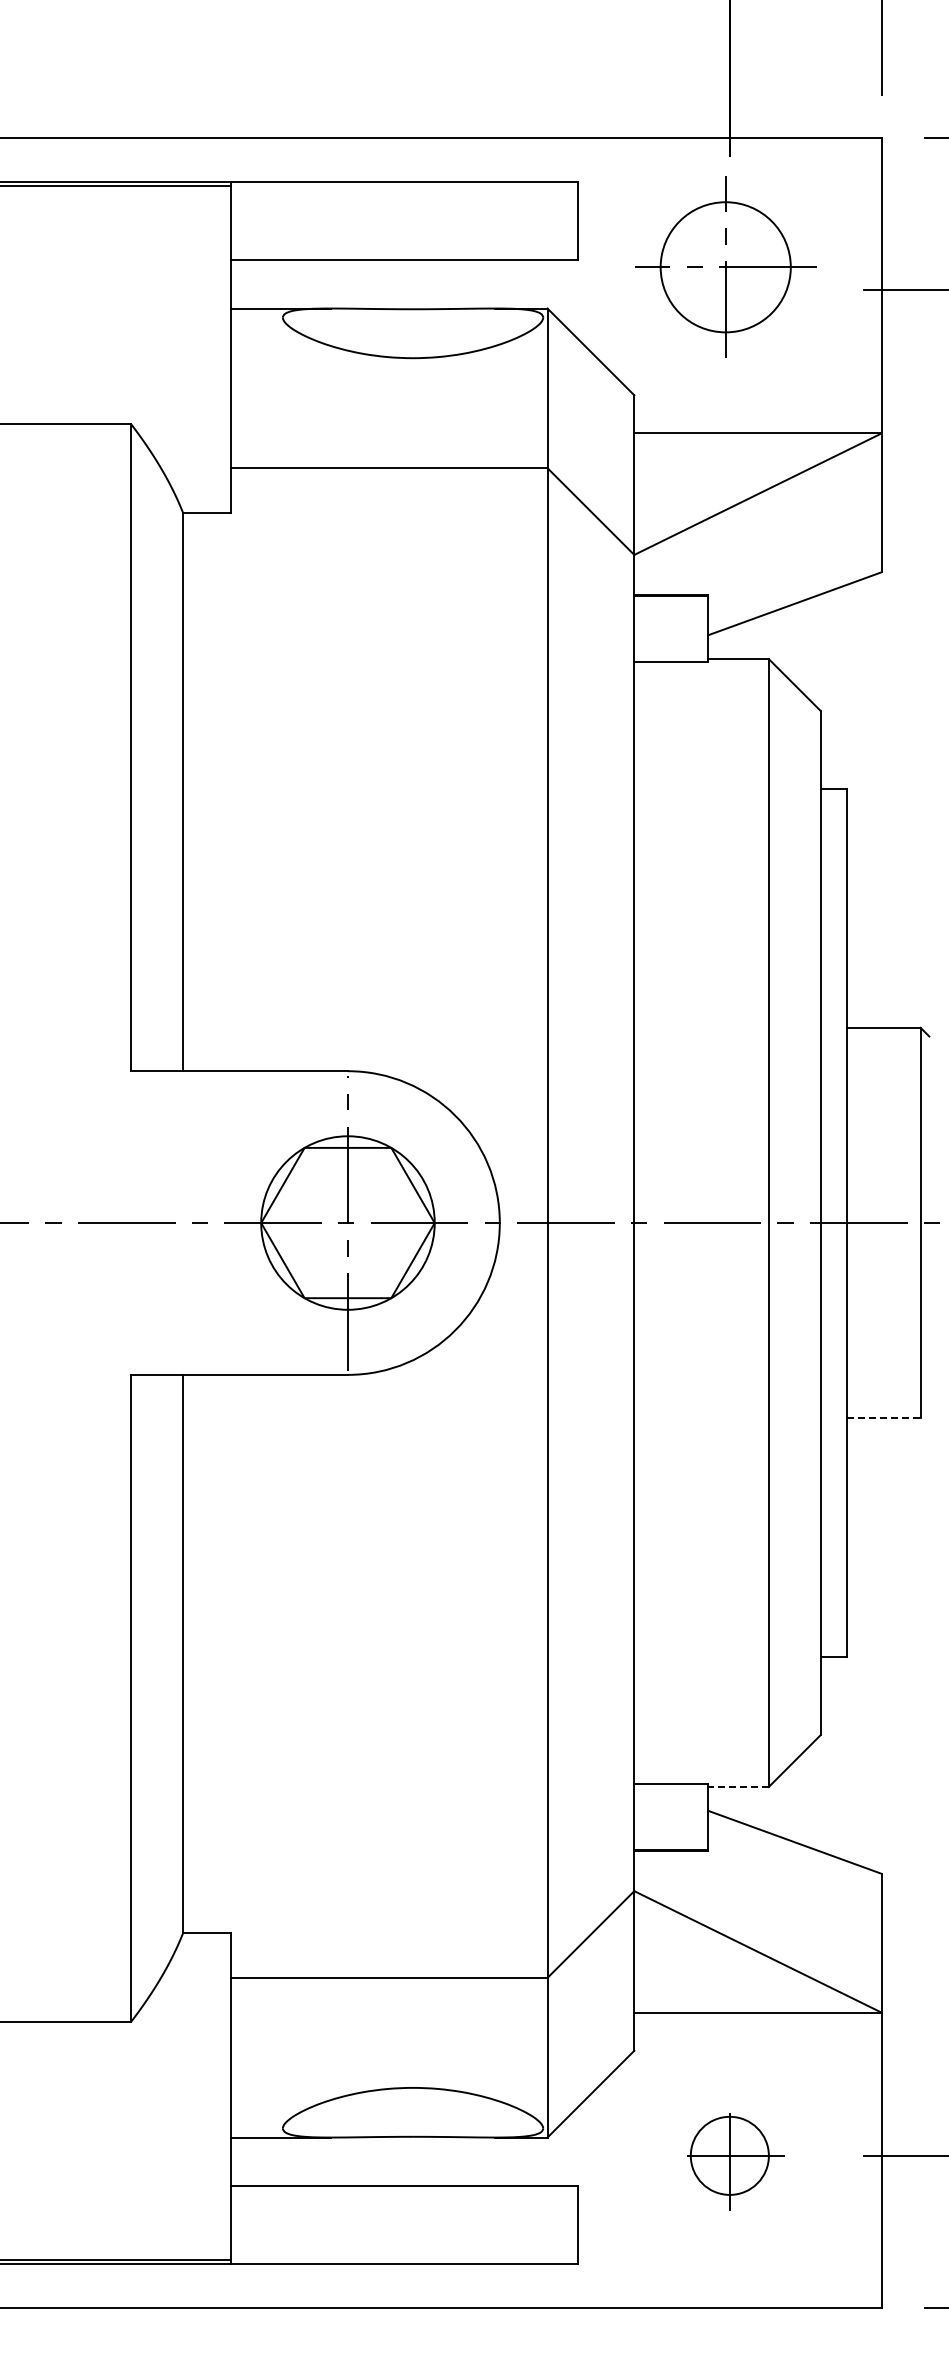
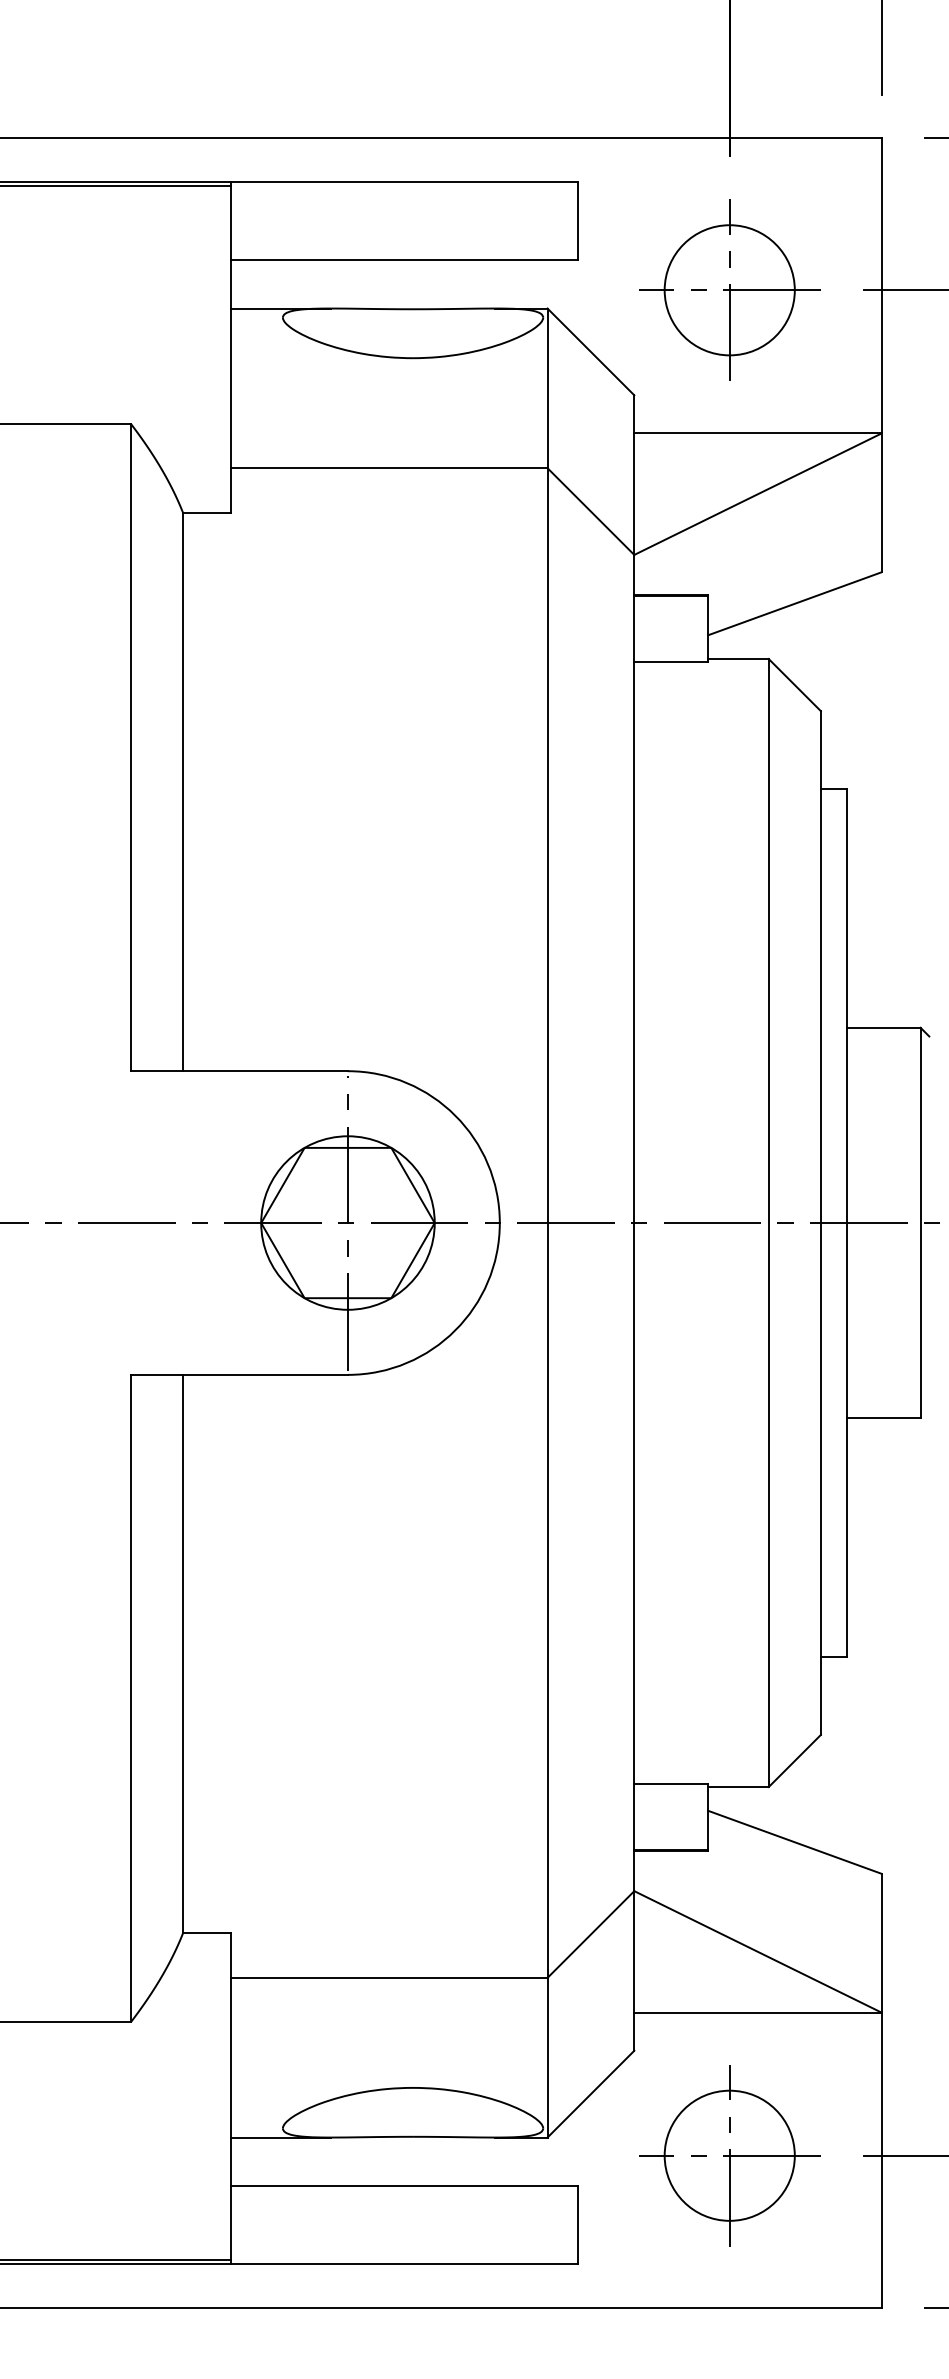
part at (725, 266) position: (725, 266) -> (729, 289)
line at (883, 1418): dashed -> solid
line at (737, 1787): dashed -> solid
part at (735, 2161) size: 98x98 px -> 182x182 px
